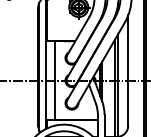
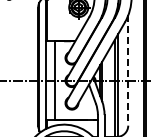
line at (128, 71): solid -> dashed
